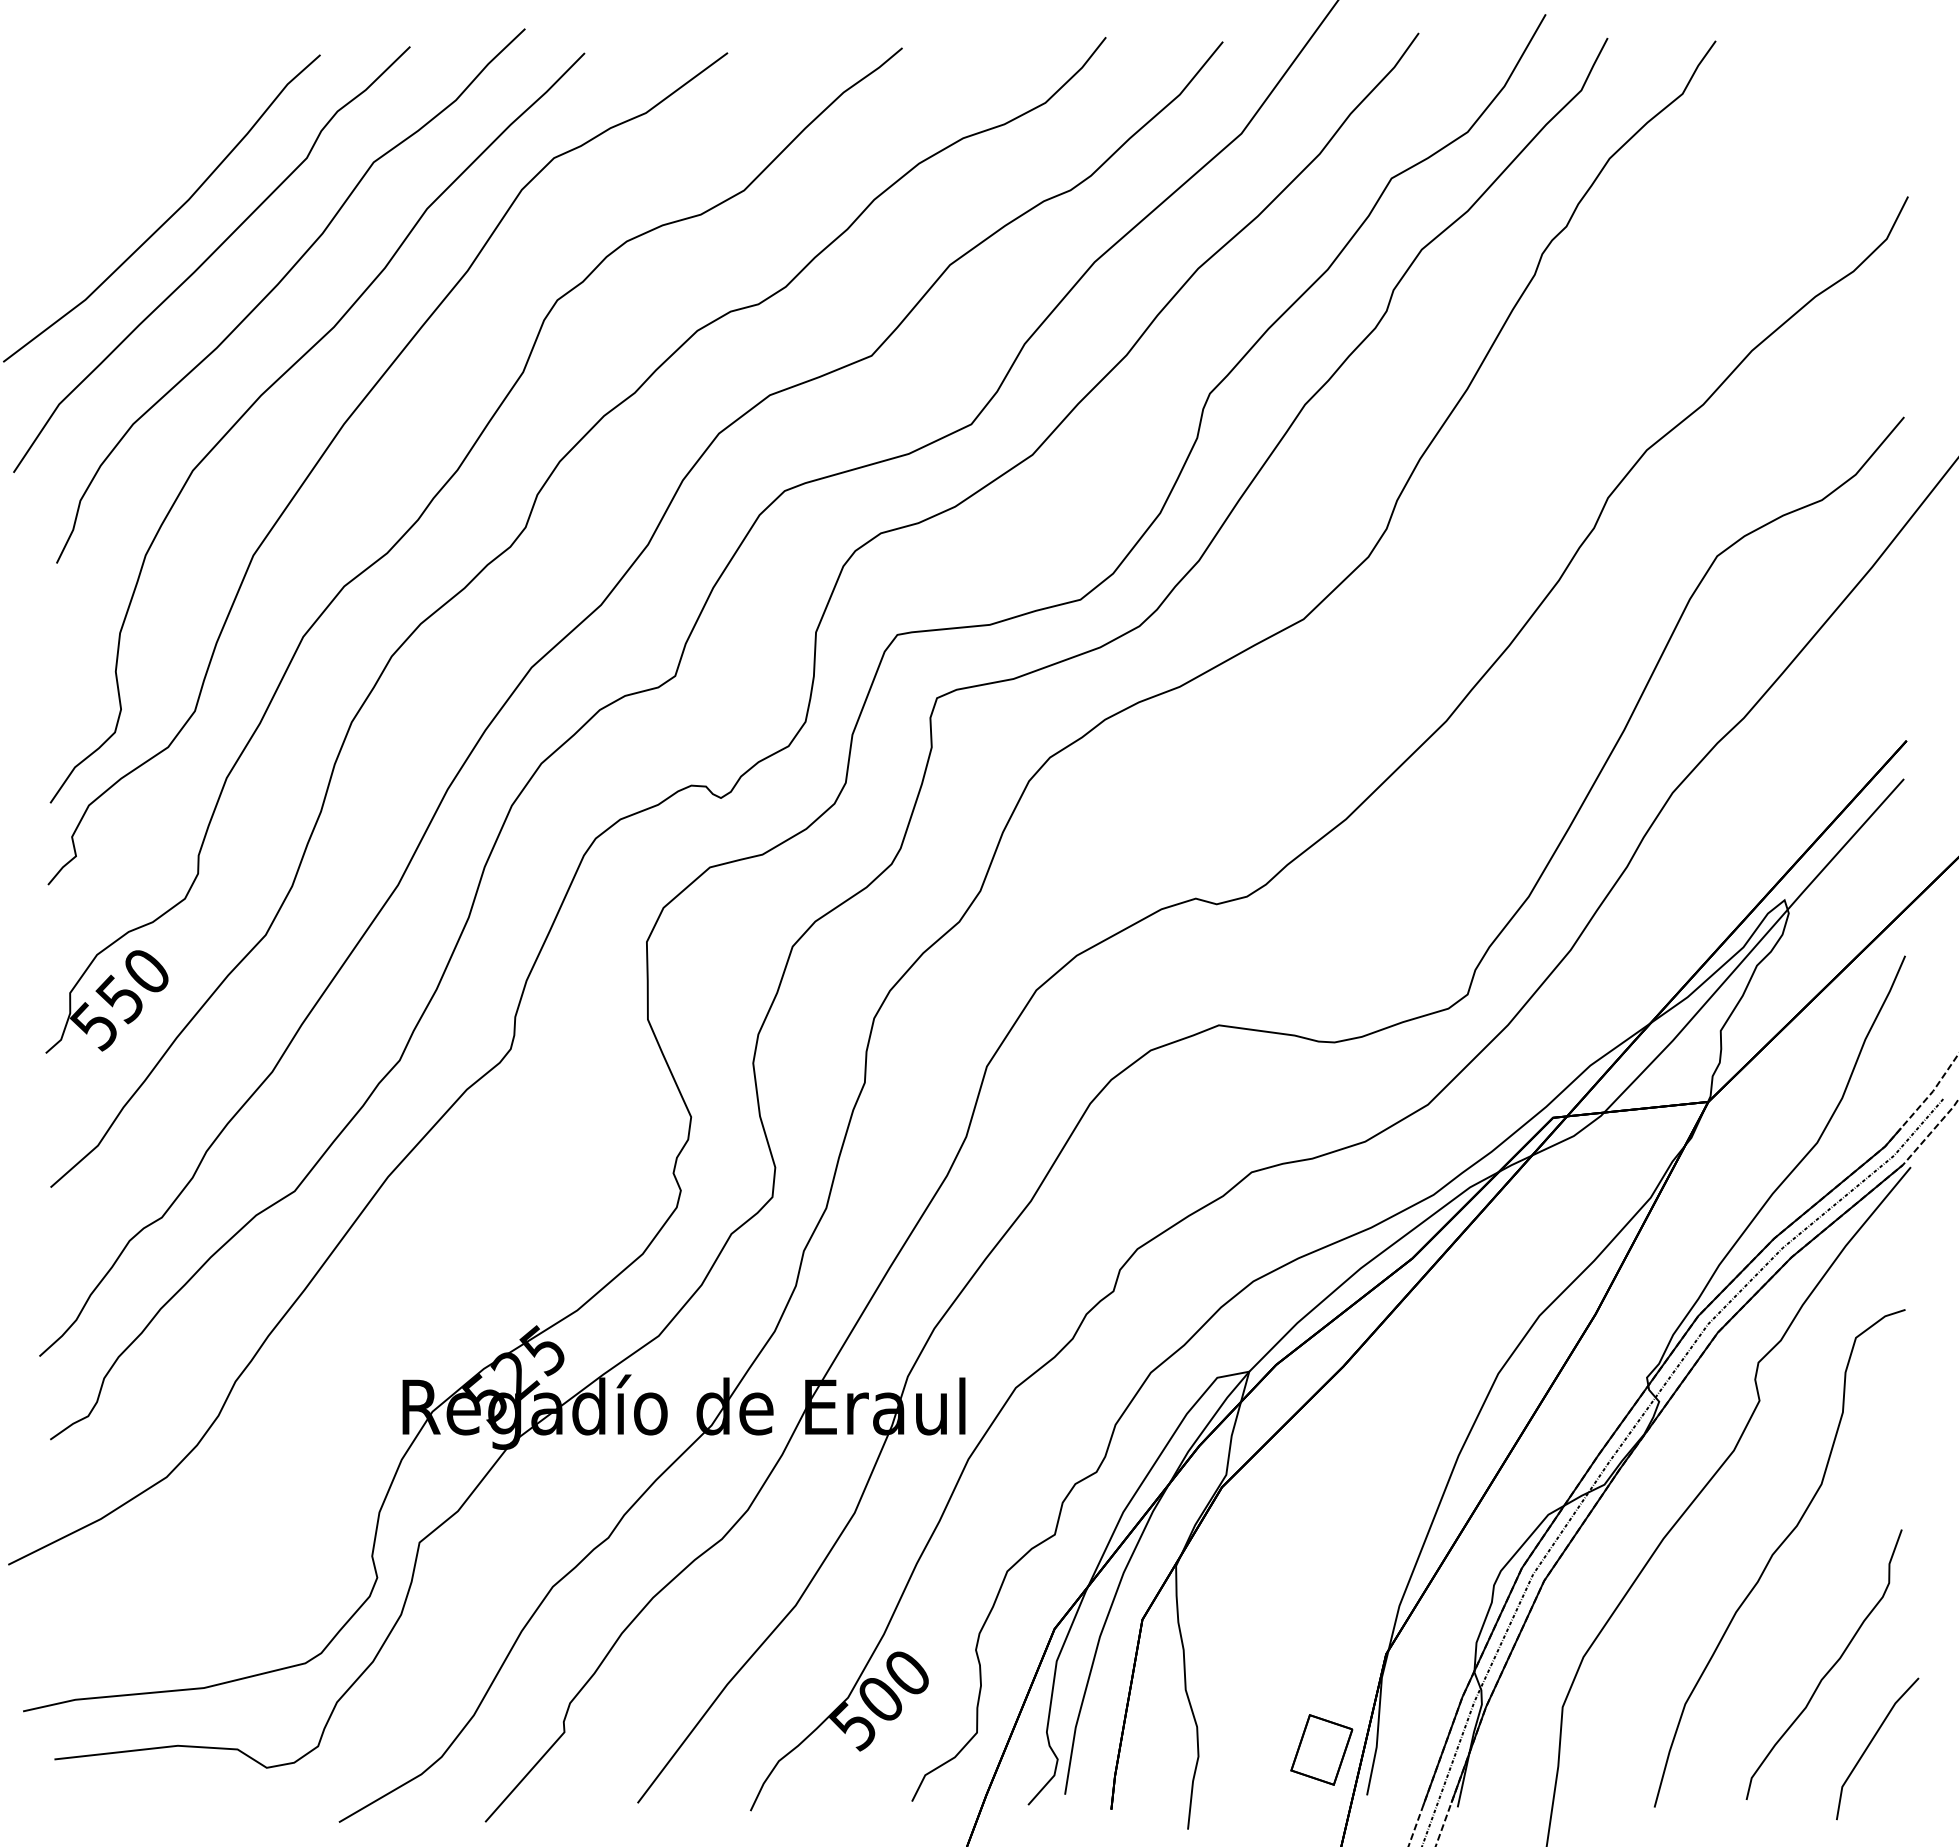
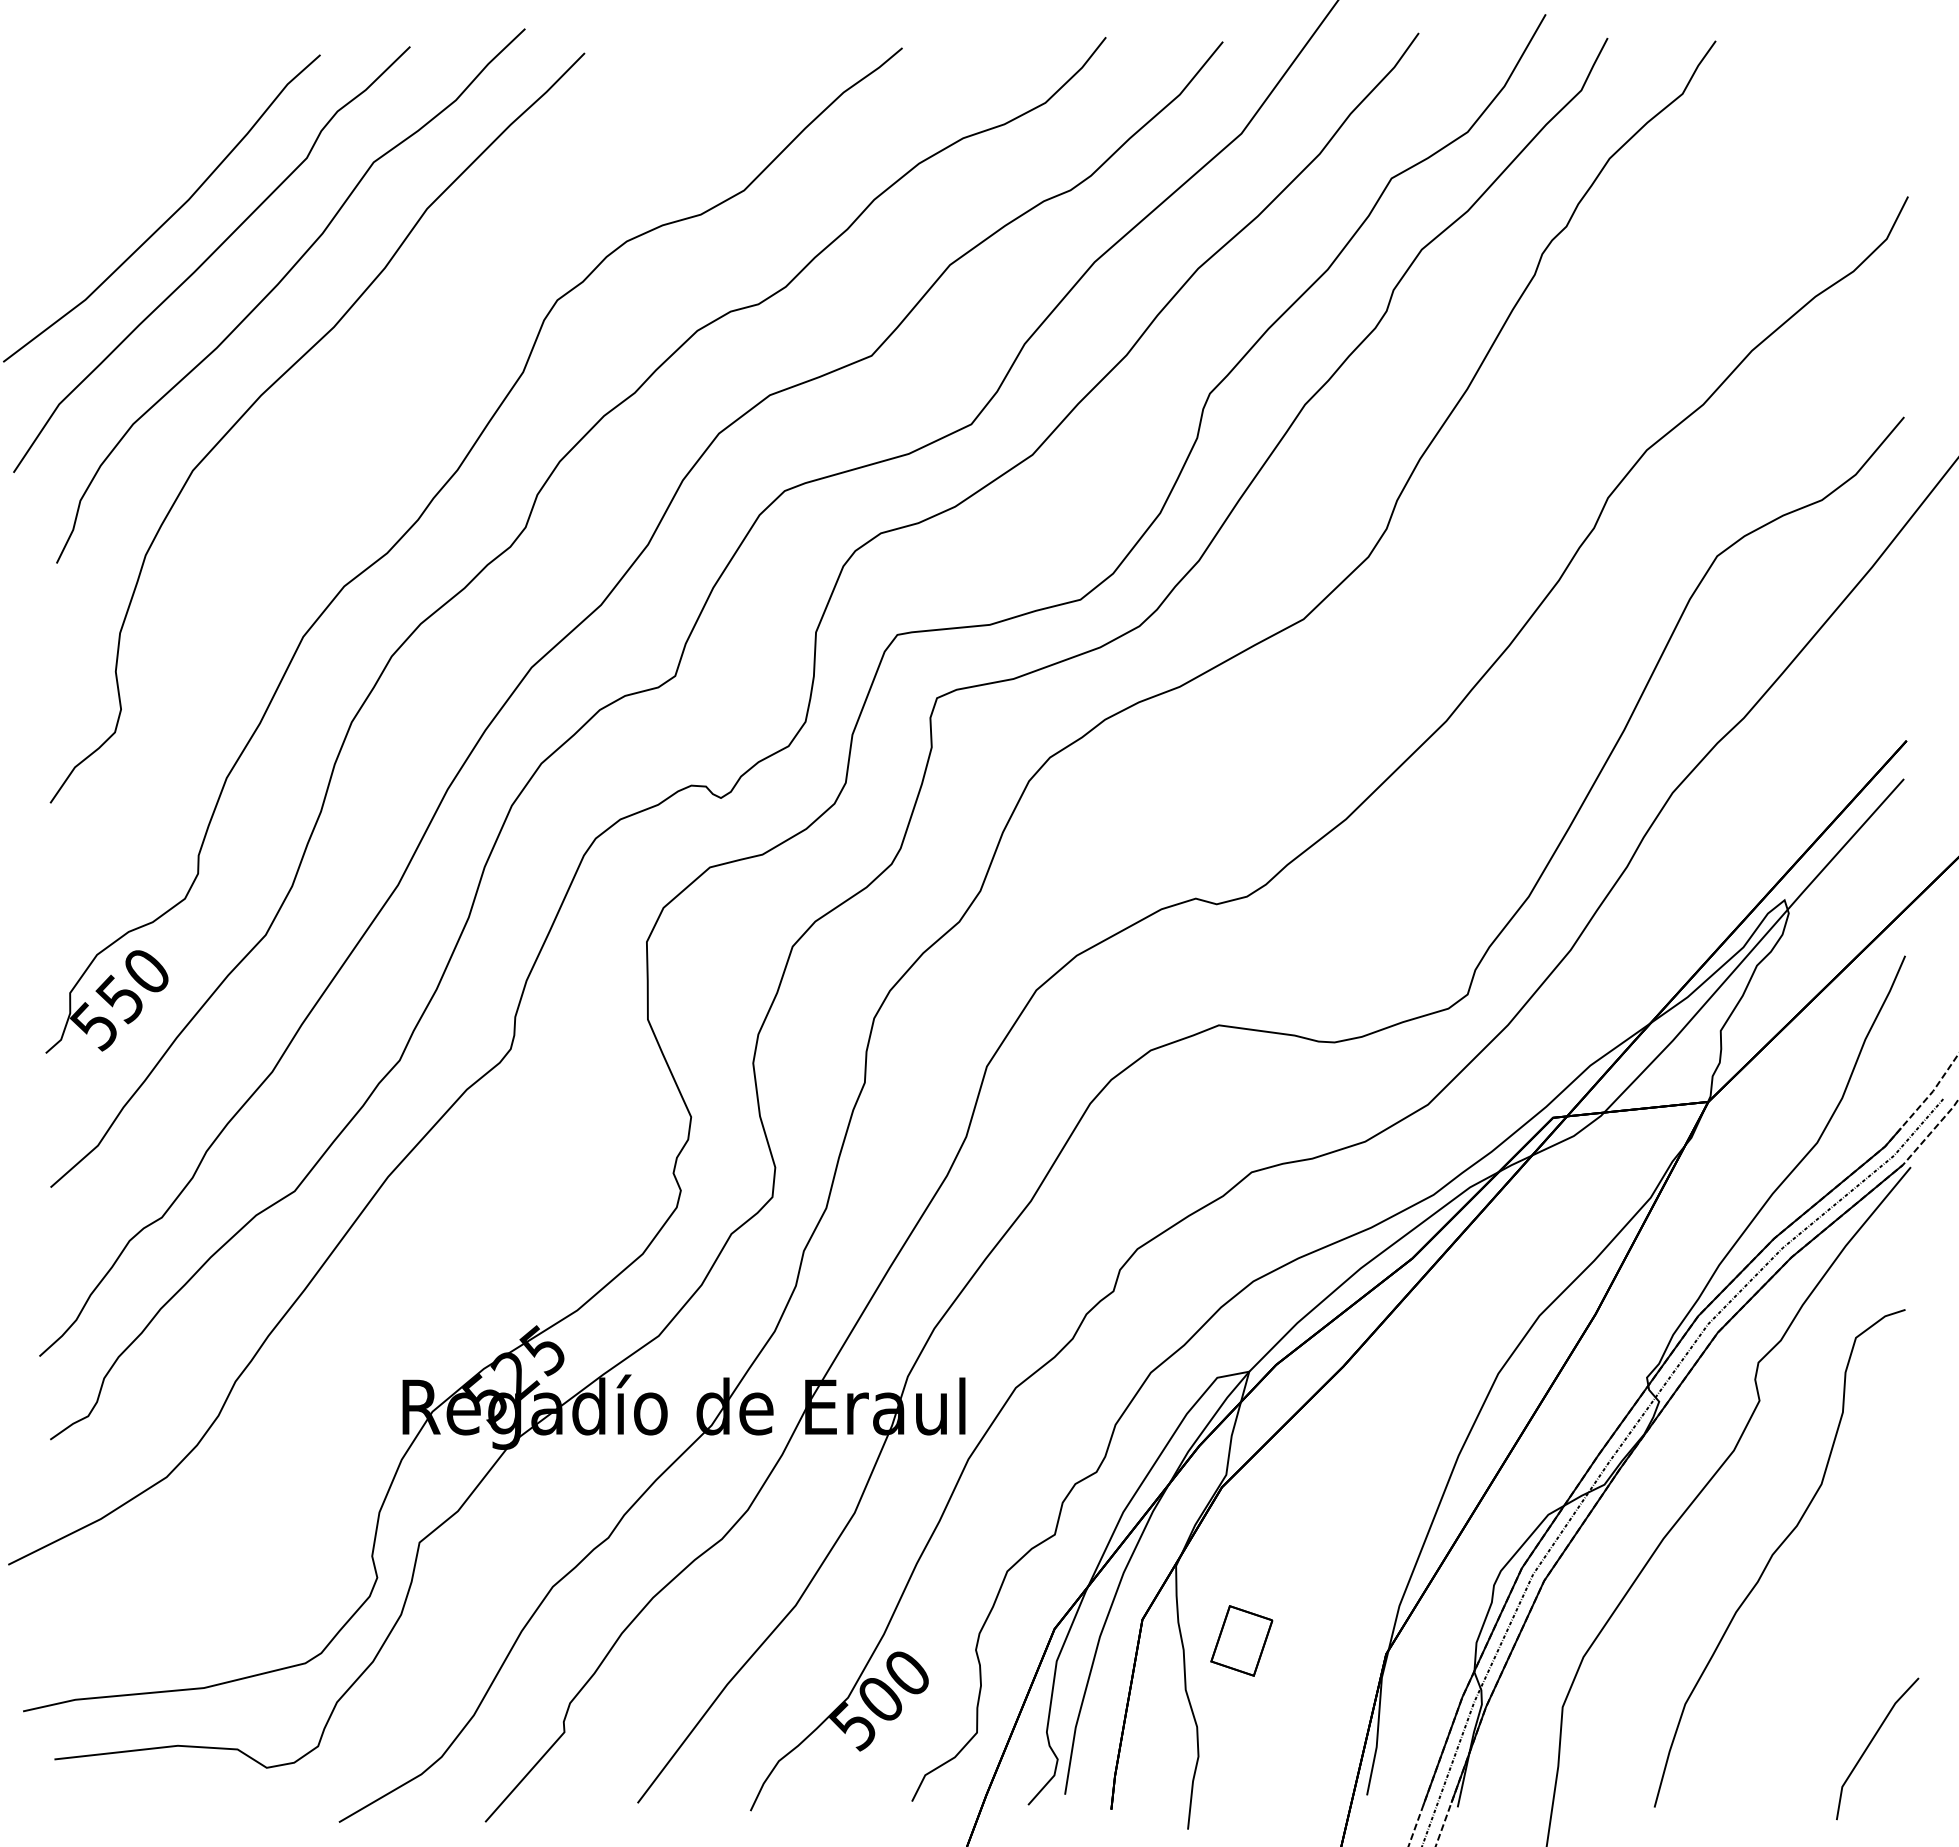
part at (338, 434): present -> none
curve at (1829, 1669): present -> none
part at (1321, 1749) position: (1321, 1749) -> (1241, 1640)
